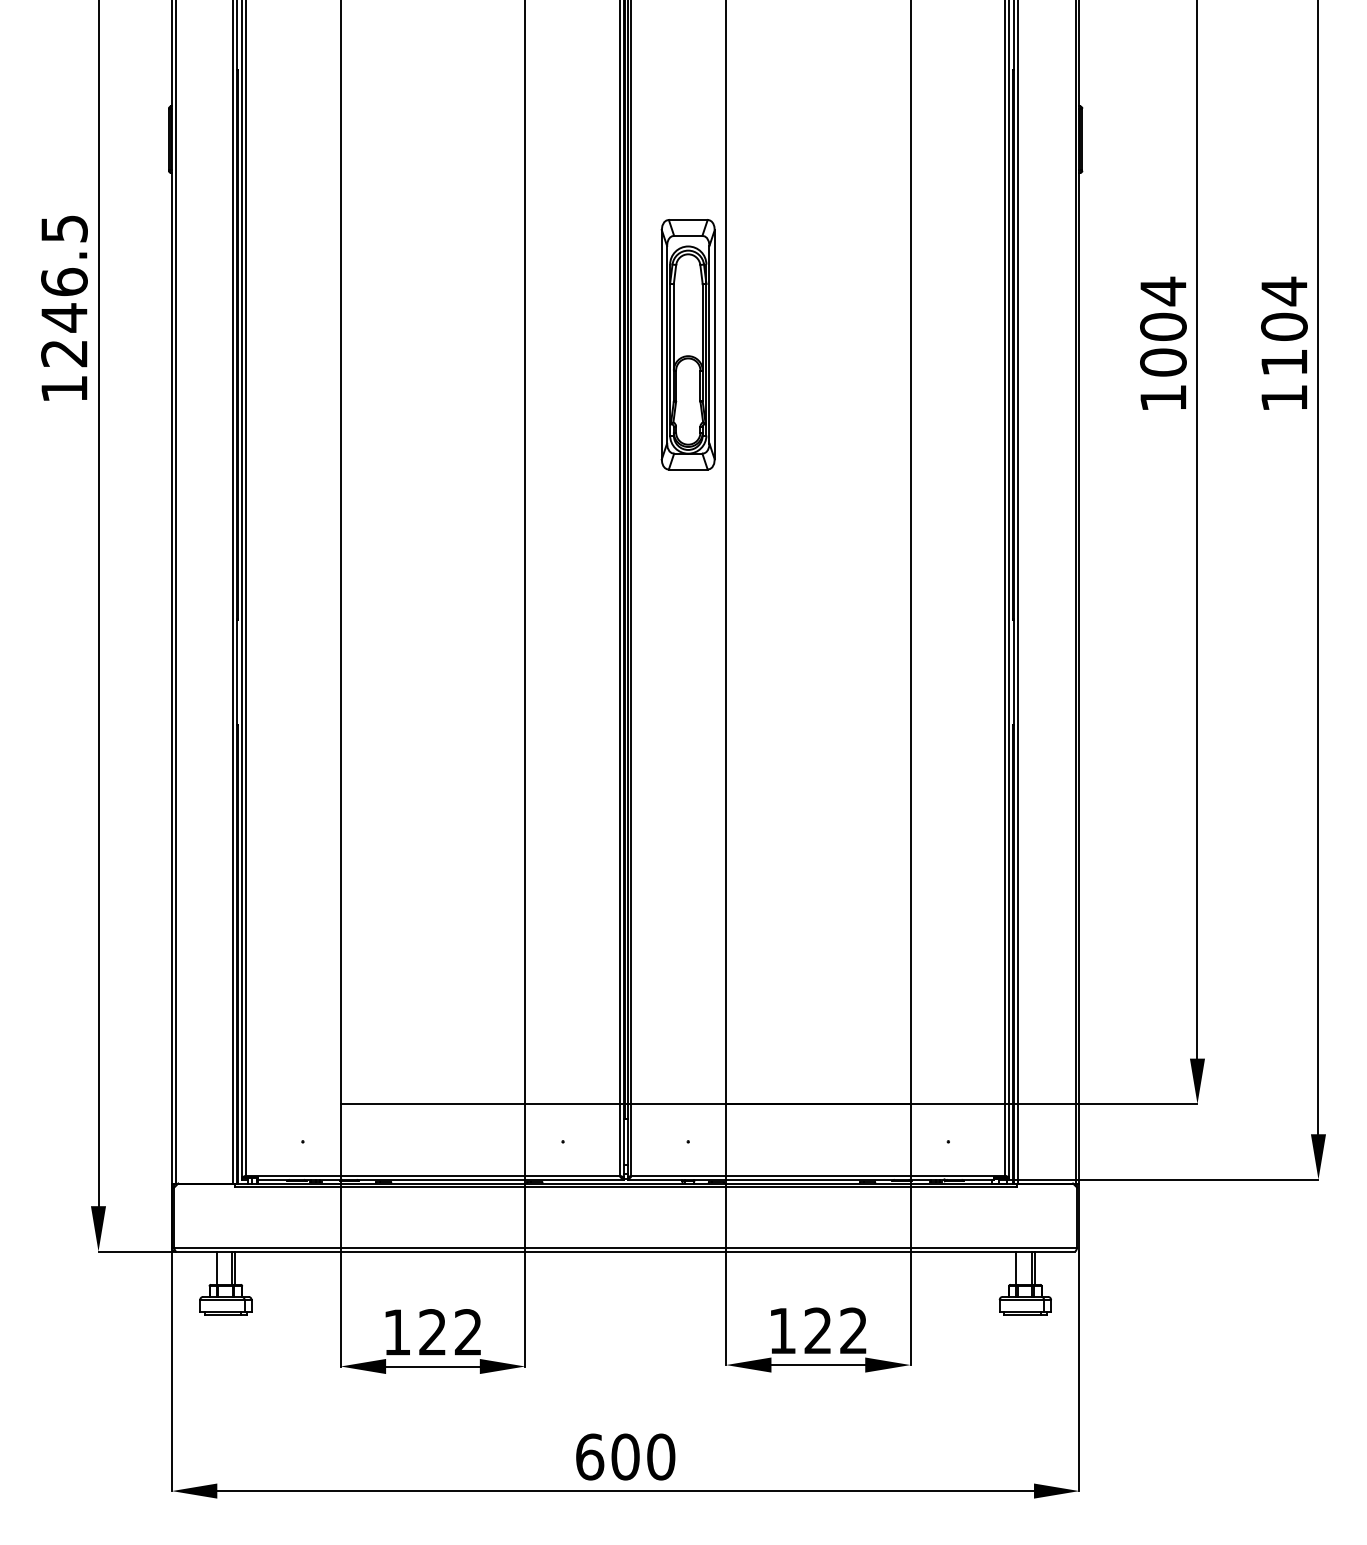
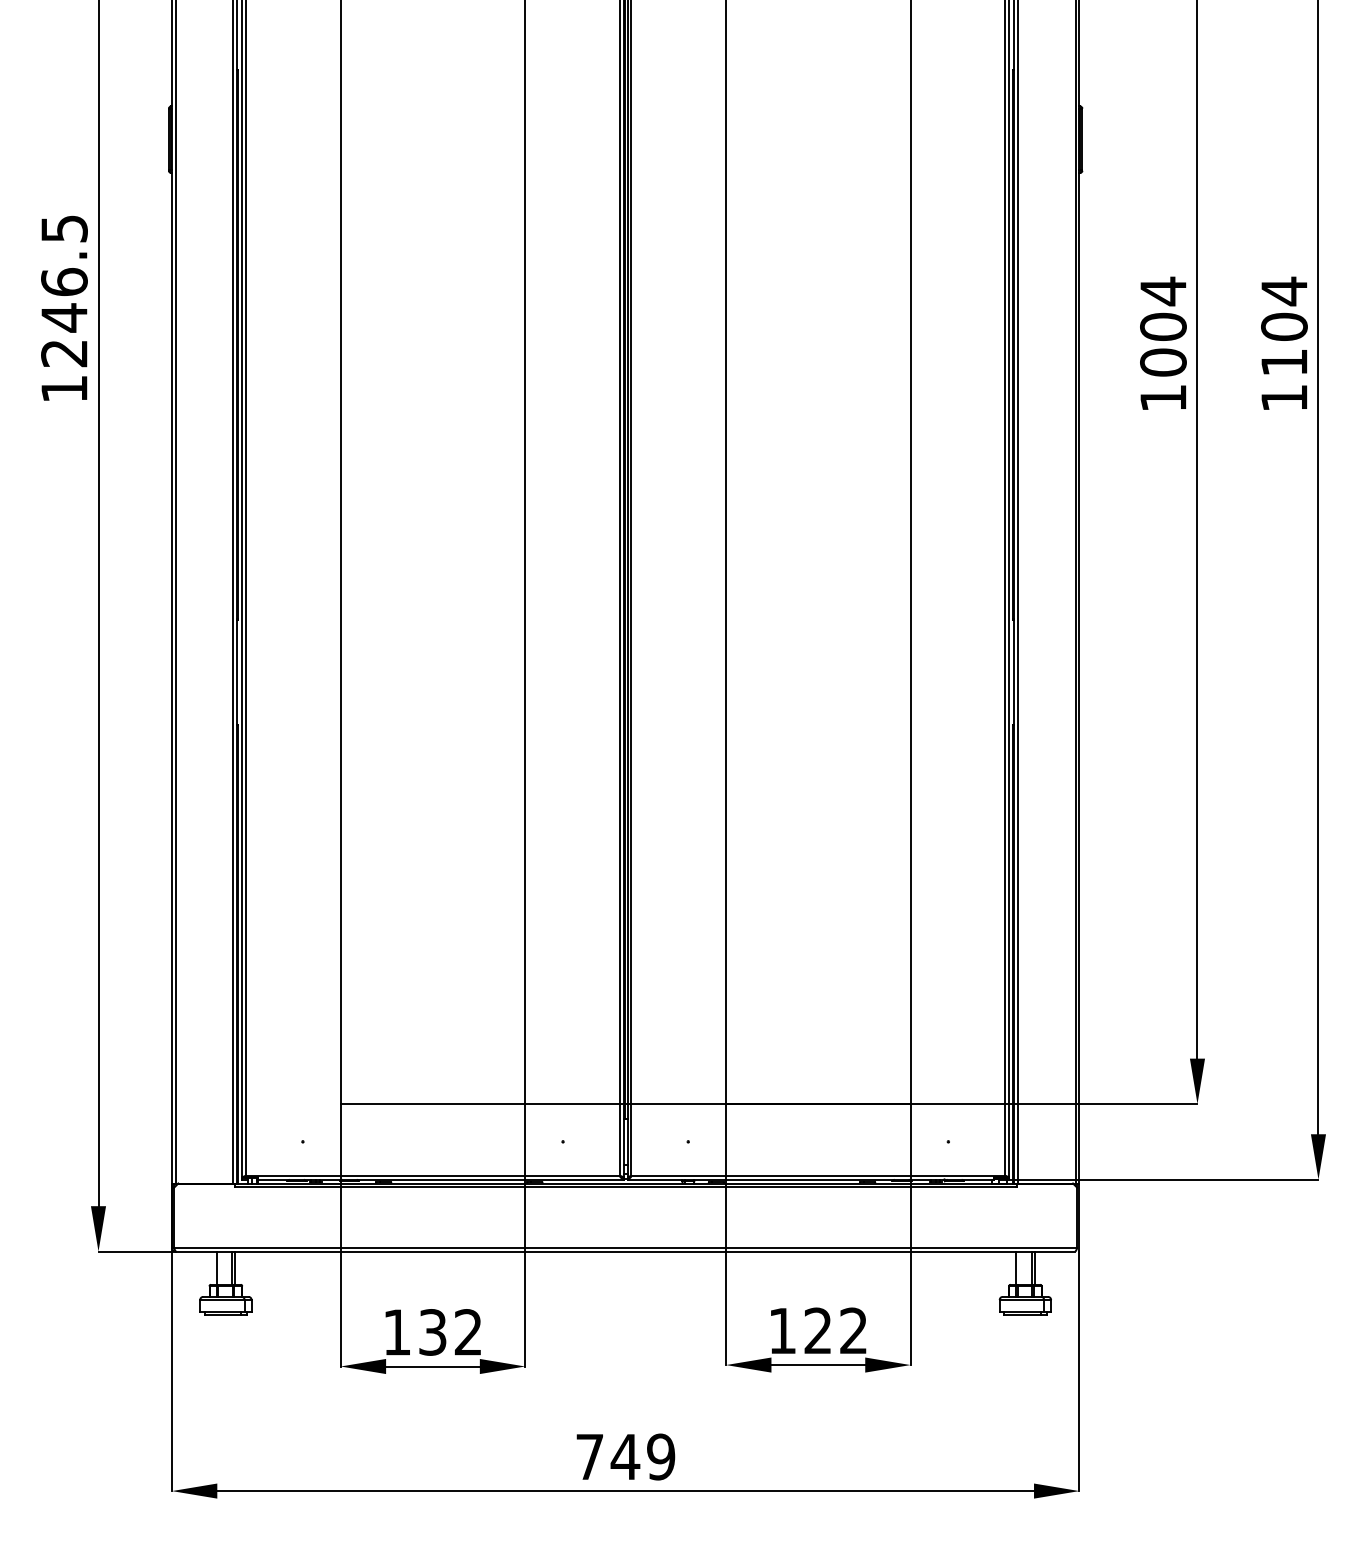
part at (687, 344): present -> none
text at (432, 1332): 122 -> 132
text at (625, 1456): 600 -> 749
